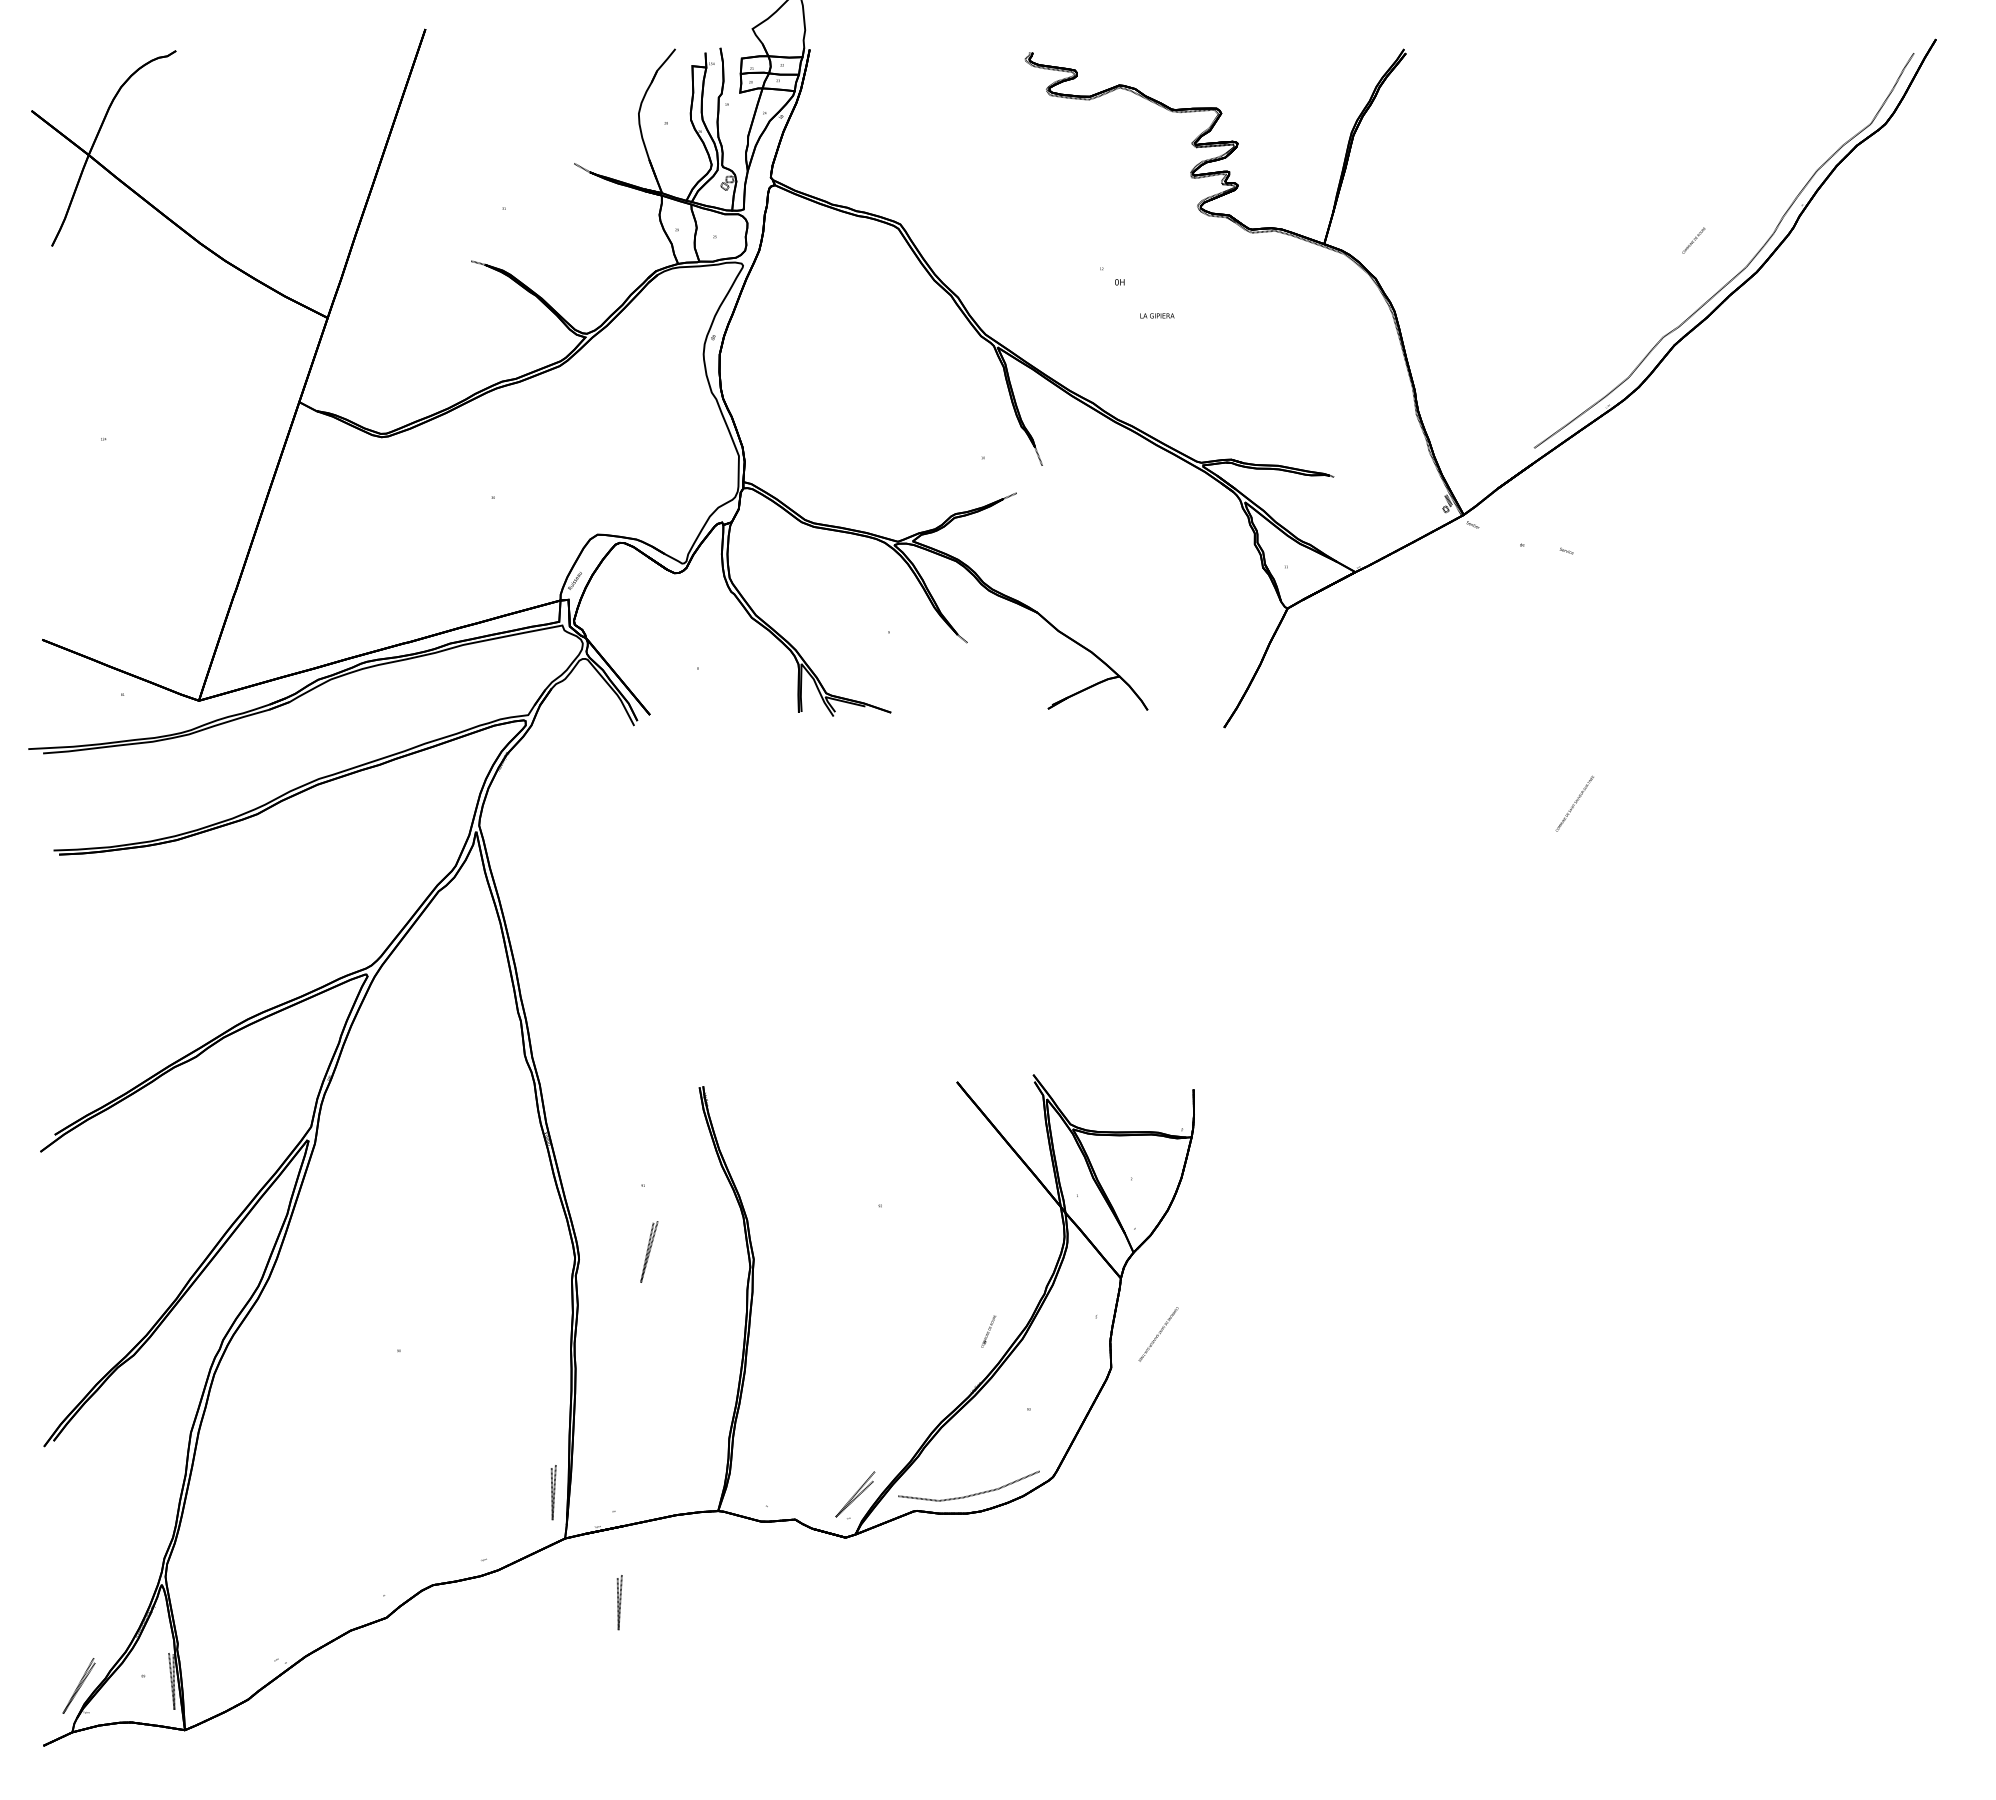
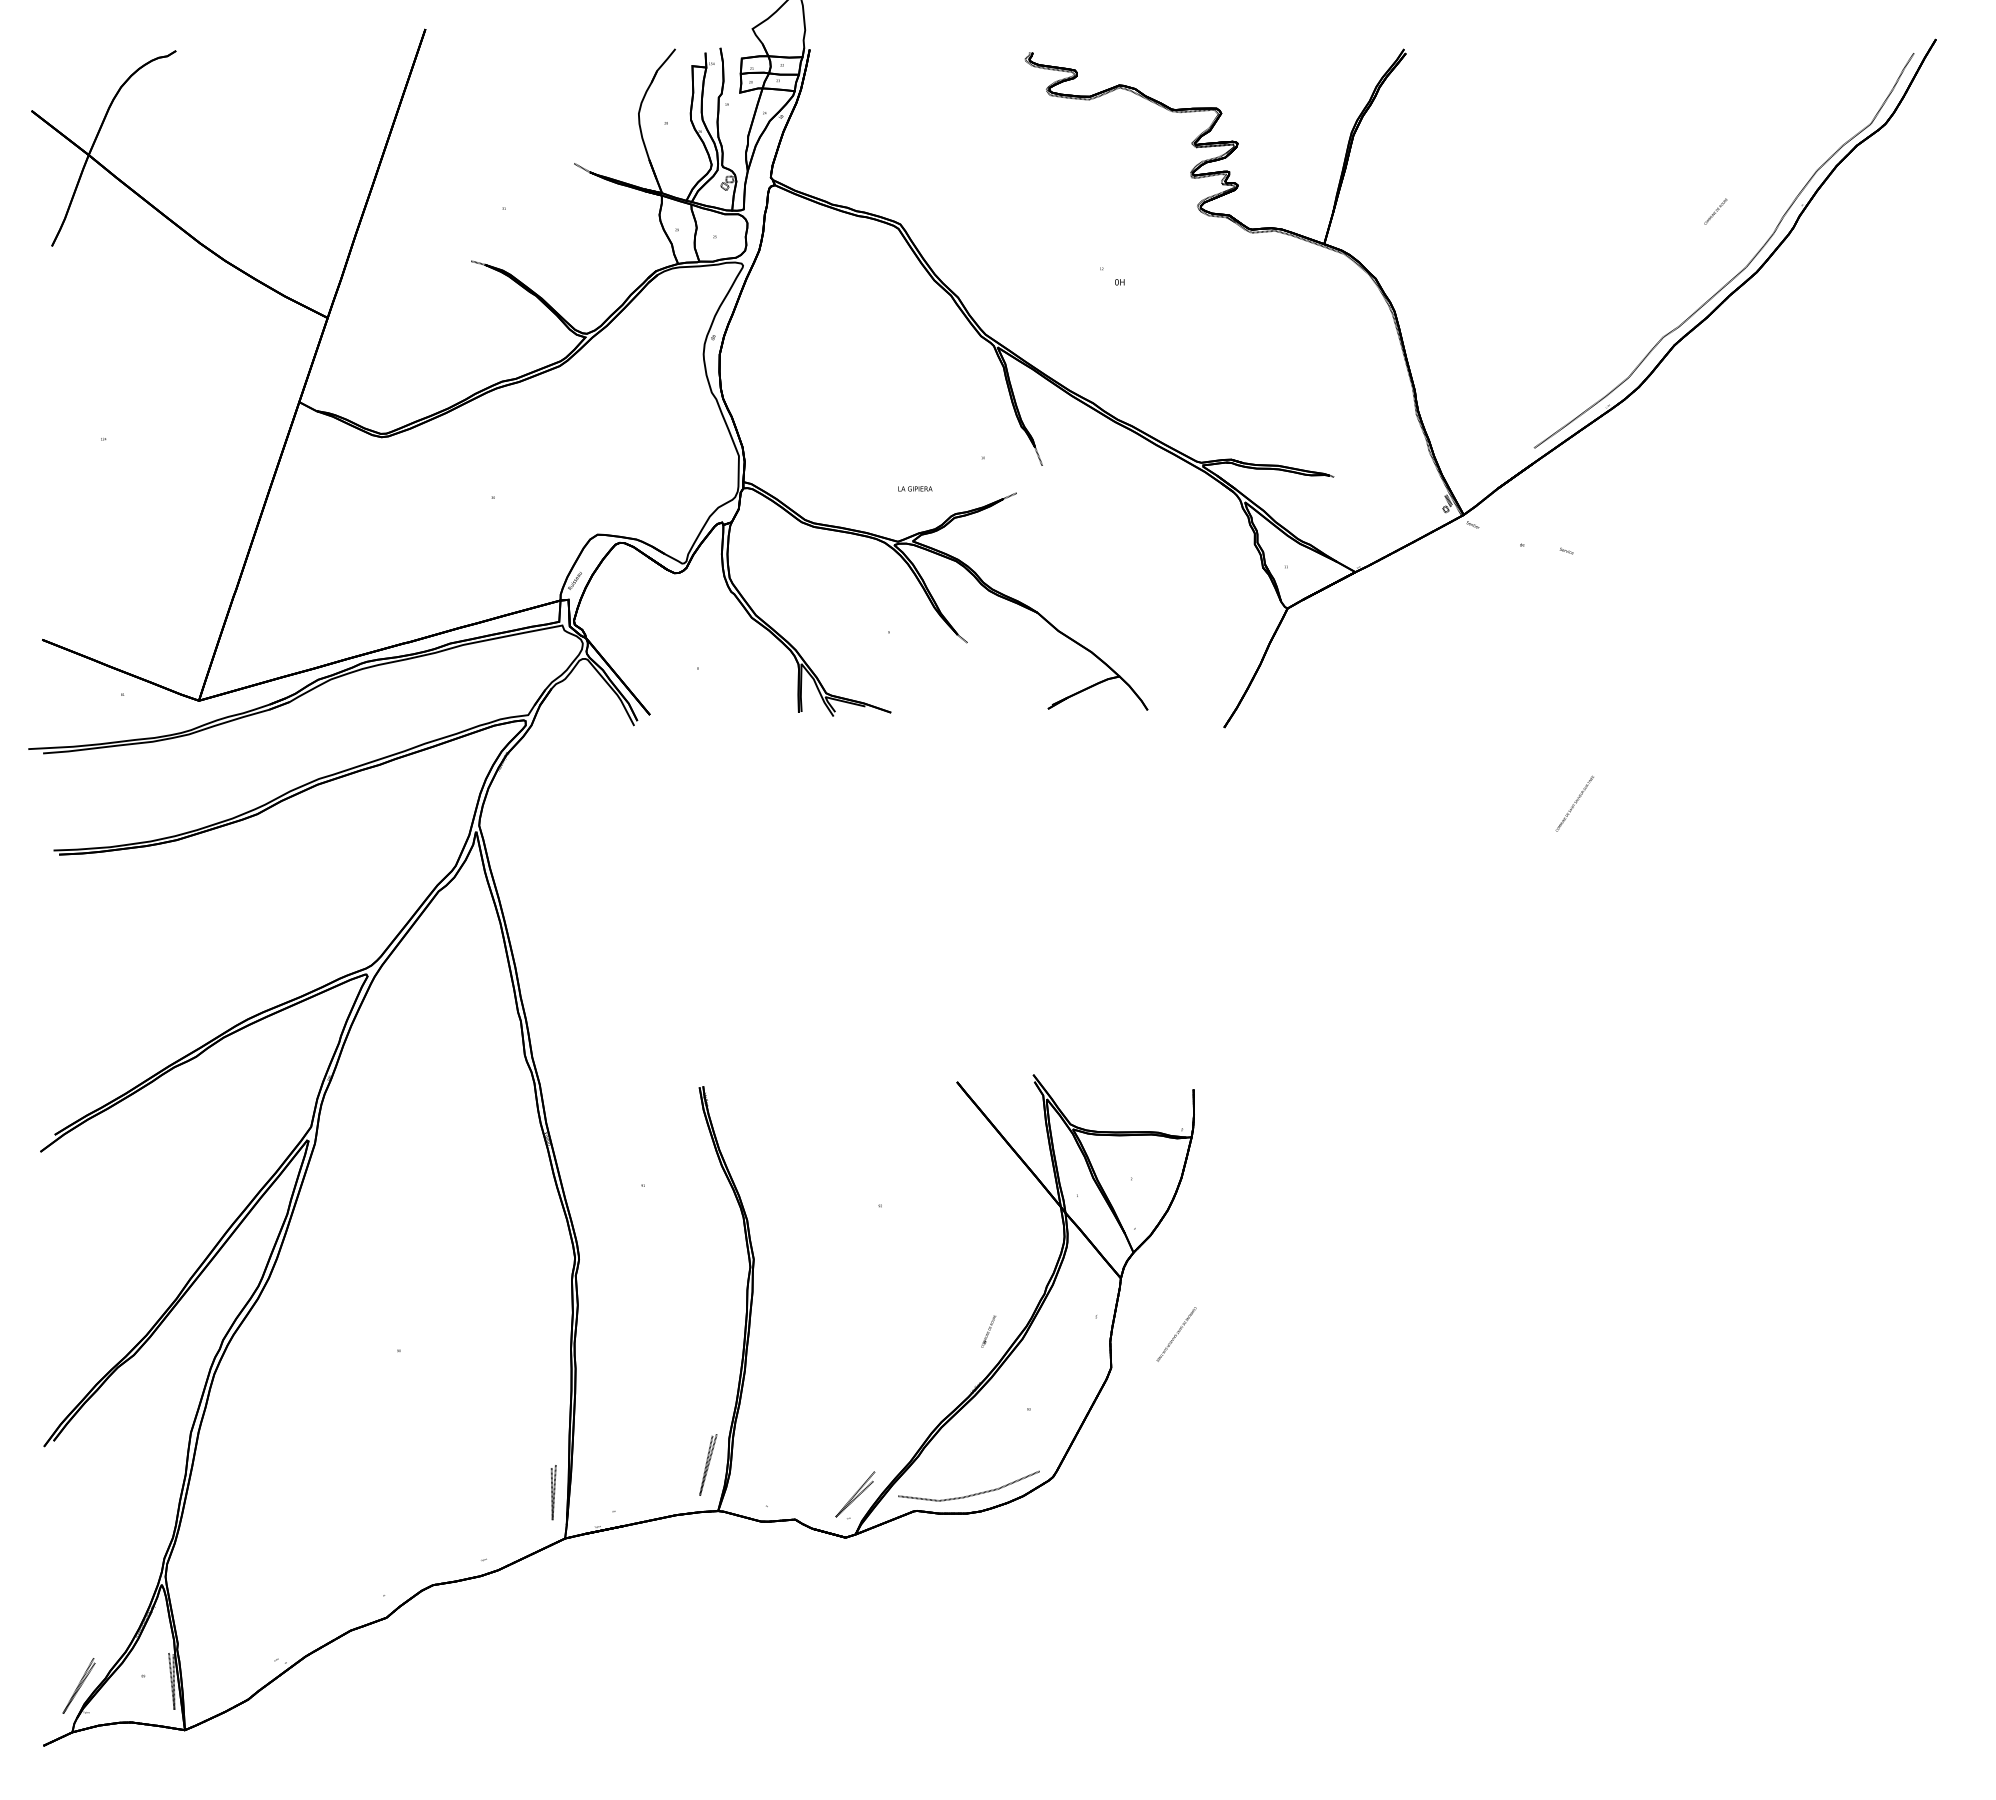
text at (1693, 240) position: (1693, 240) -> (1715, 211)
text at (1157, 315) position: (1157, 315) -> (915, 488)
part at (649, 1251) position: (649, 1251) -> (708, 1464)
text at (1158, 1334) position: (1158, 1334) -> (1176, 1334)
part at (619, 1602): present -> none
